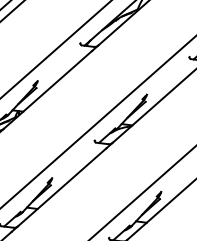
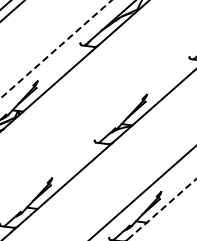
line at (56, 49): solid -> dashed
line at (97, 122): present -> none
line at (161, 209): solid -> dashed
